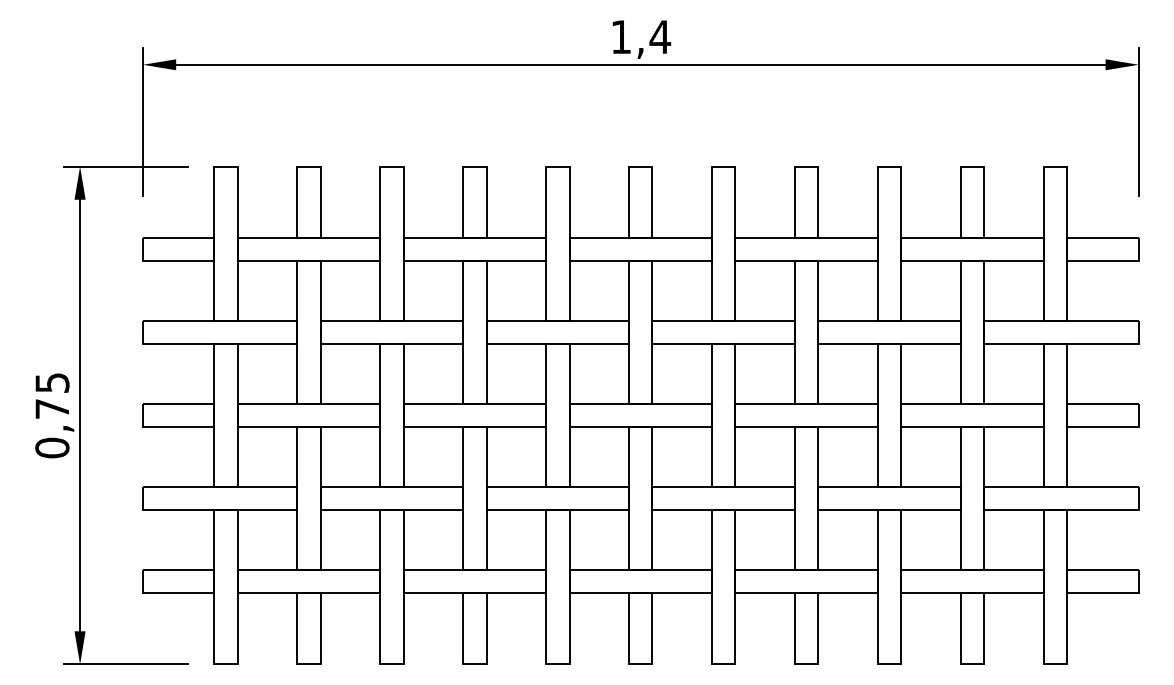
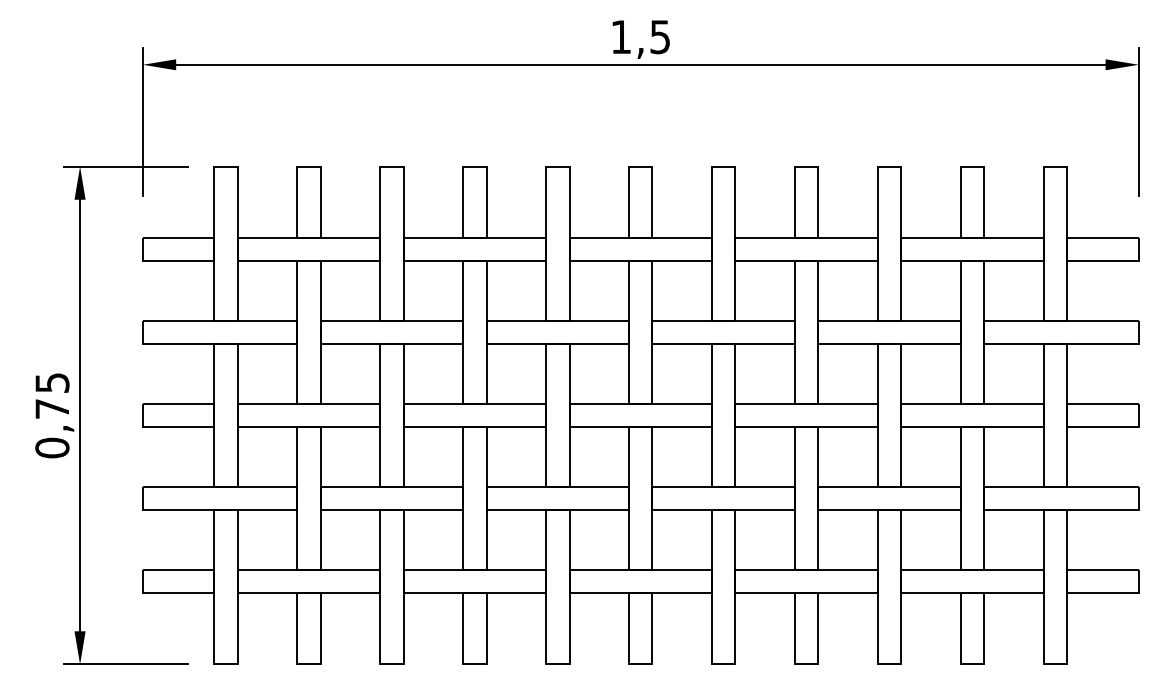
text at (660, 37): 1,4 -> 1,5
